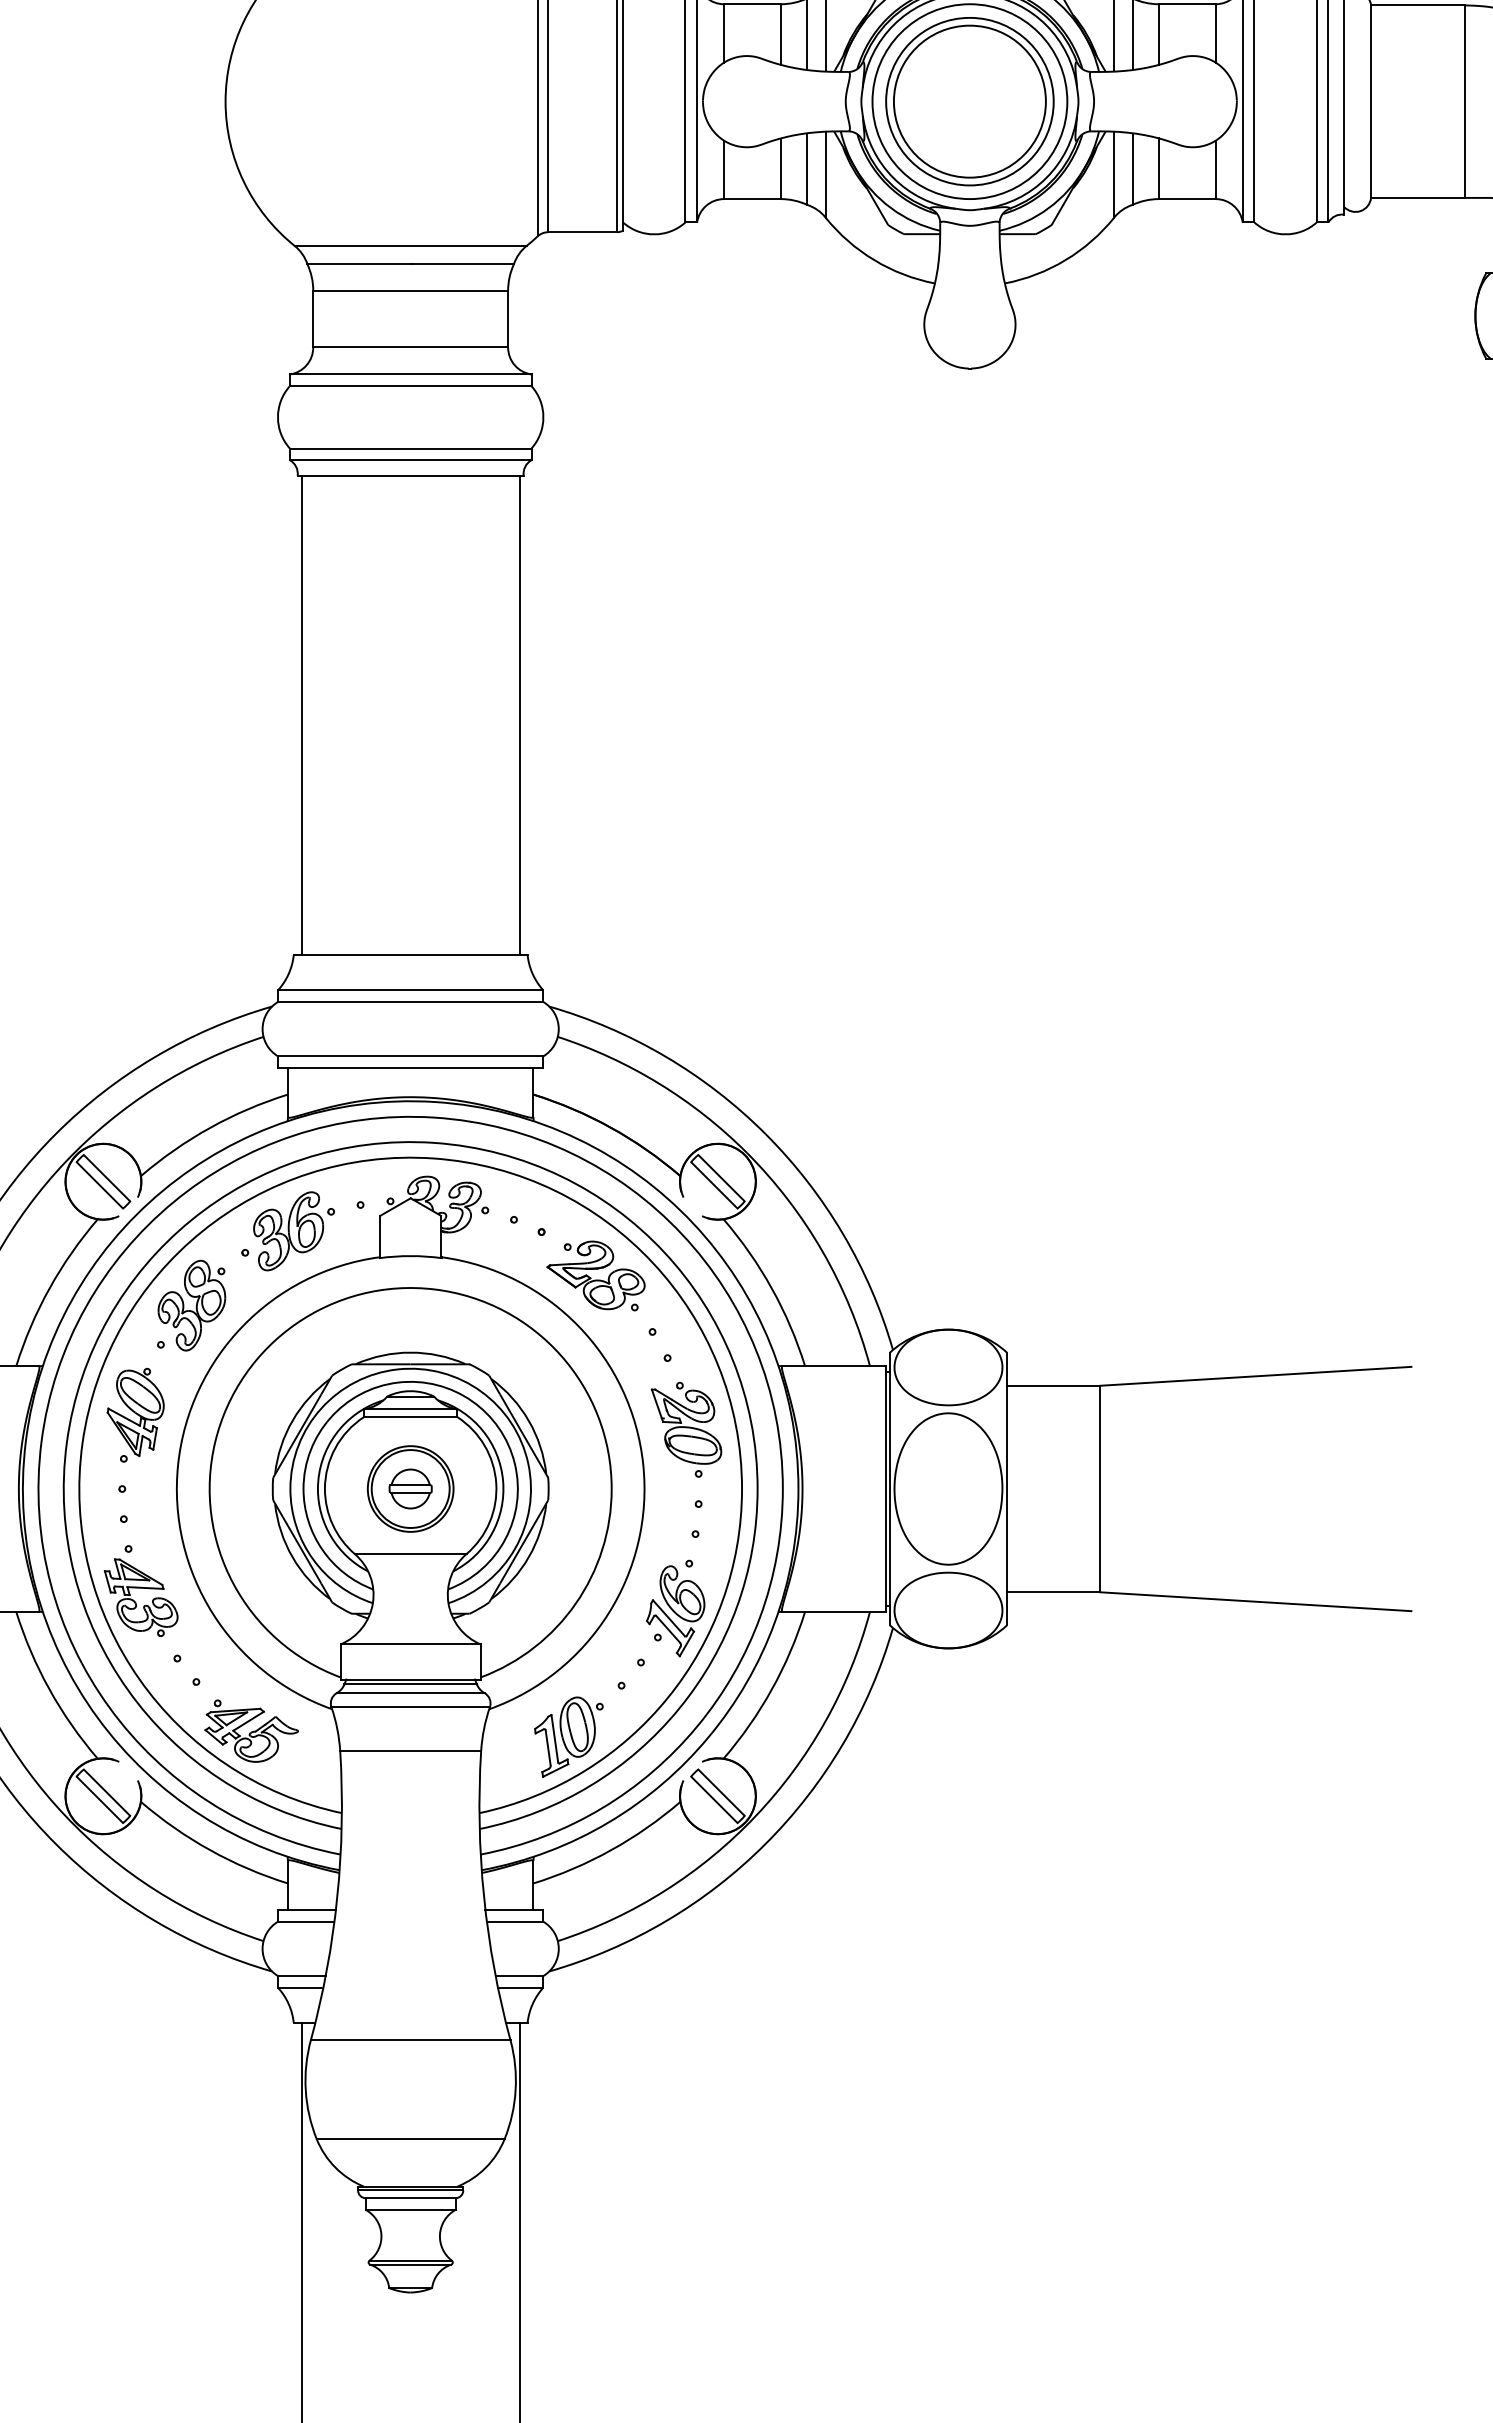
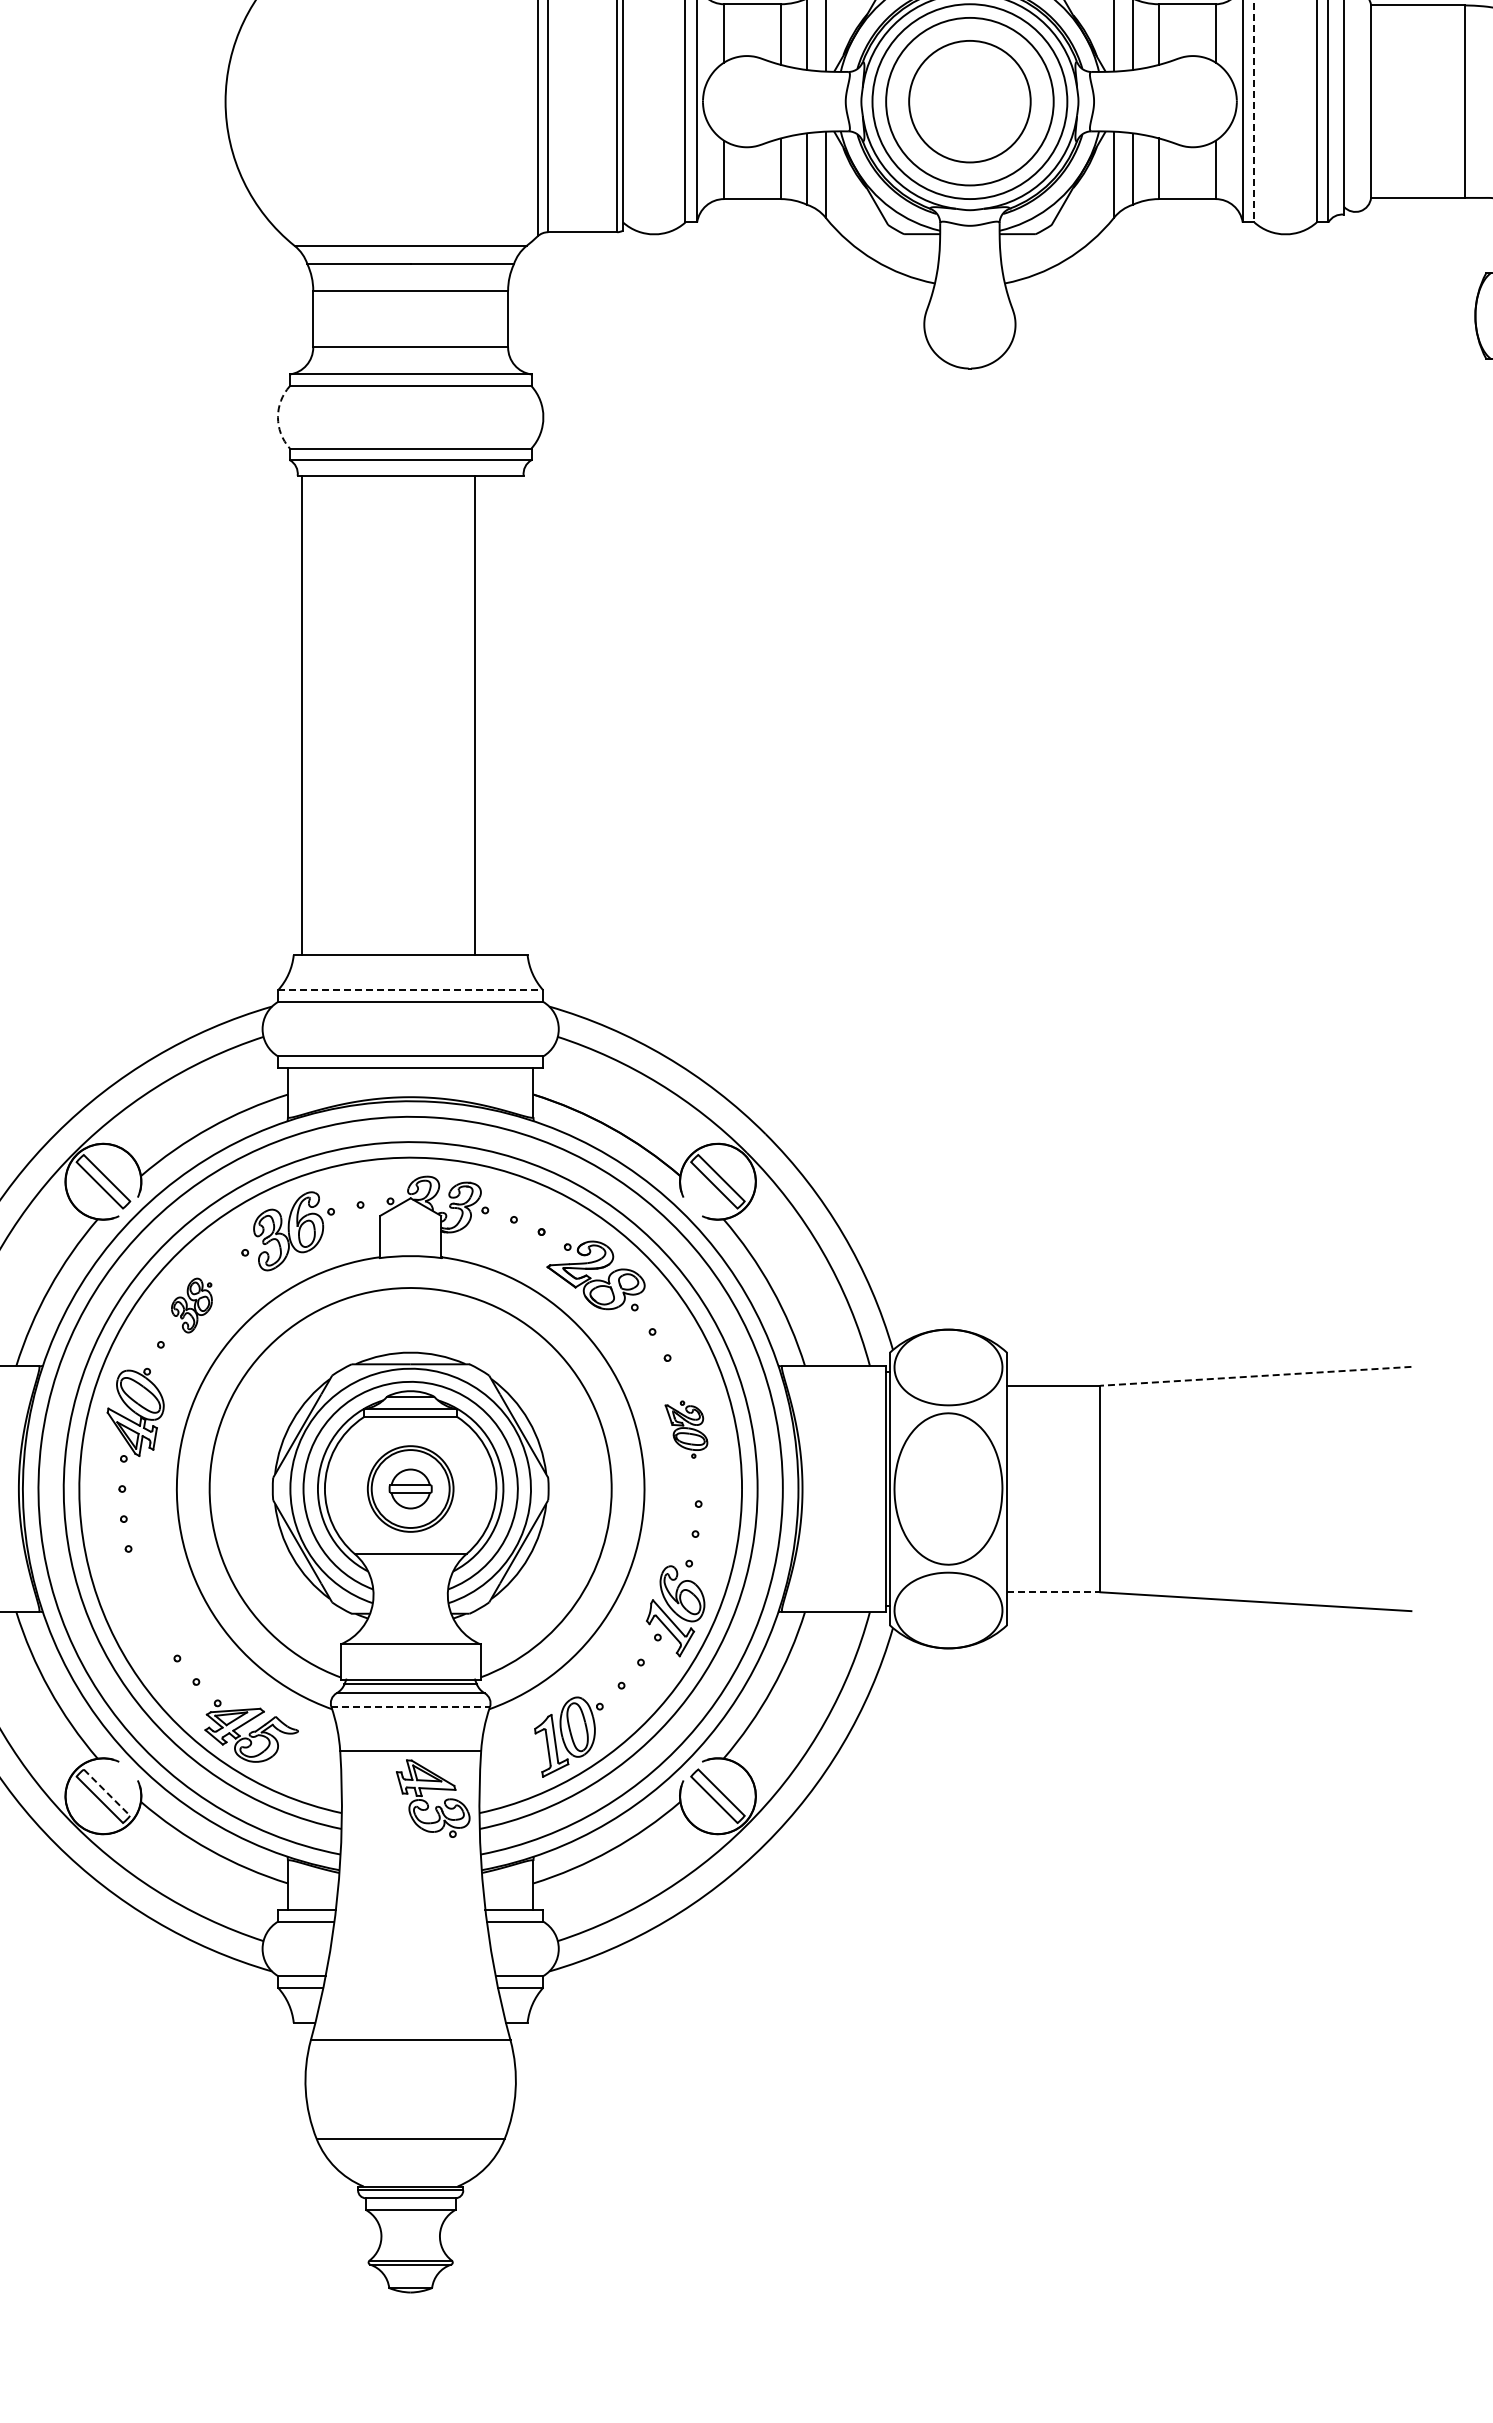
circle at (969, 101) diameter: 152 px -> 122 px
line at (1254, 111): solid -> dashed
arc at (277, 417): solid -> dashed
line at (519, 715) position: (519, 715) -> (474, 715)
line at (410, 990): solid -> dashed
part at (191, 1305) size: 70x93 px -> 42x57 px
line at (1255, 1376): solid -> dashed
part at (686, 1429) size: 73x97 px -> 45x59 px
line at (1053, 1592): solid -> dashed
part at (136, 1602) position: (136, 1602) -> (428, 1803)
line at (411, 1707): solid -> dashed
line at (107, 1792): solid -> dashed
line at (301, 2220): present -> none
line at (519, 2220): present -> none
